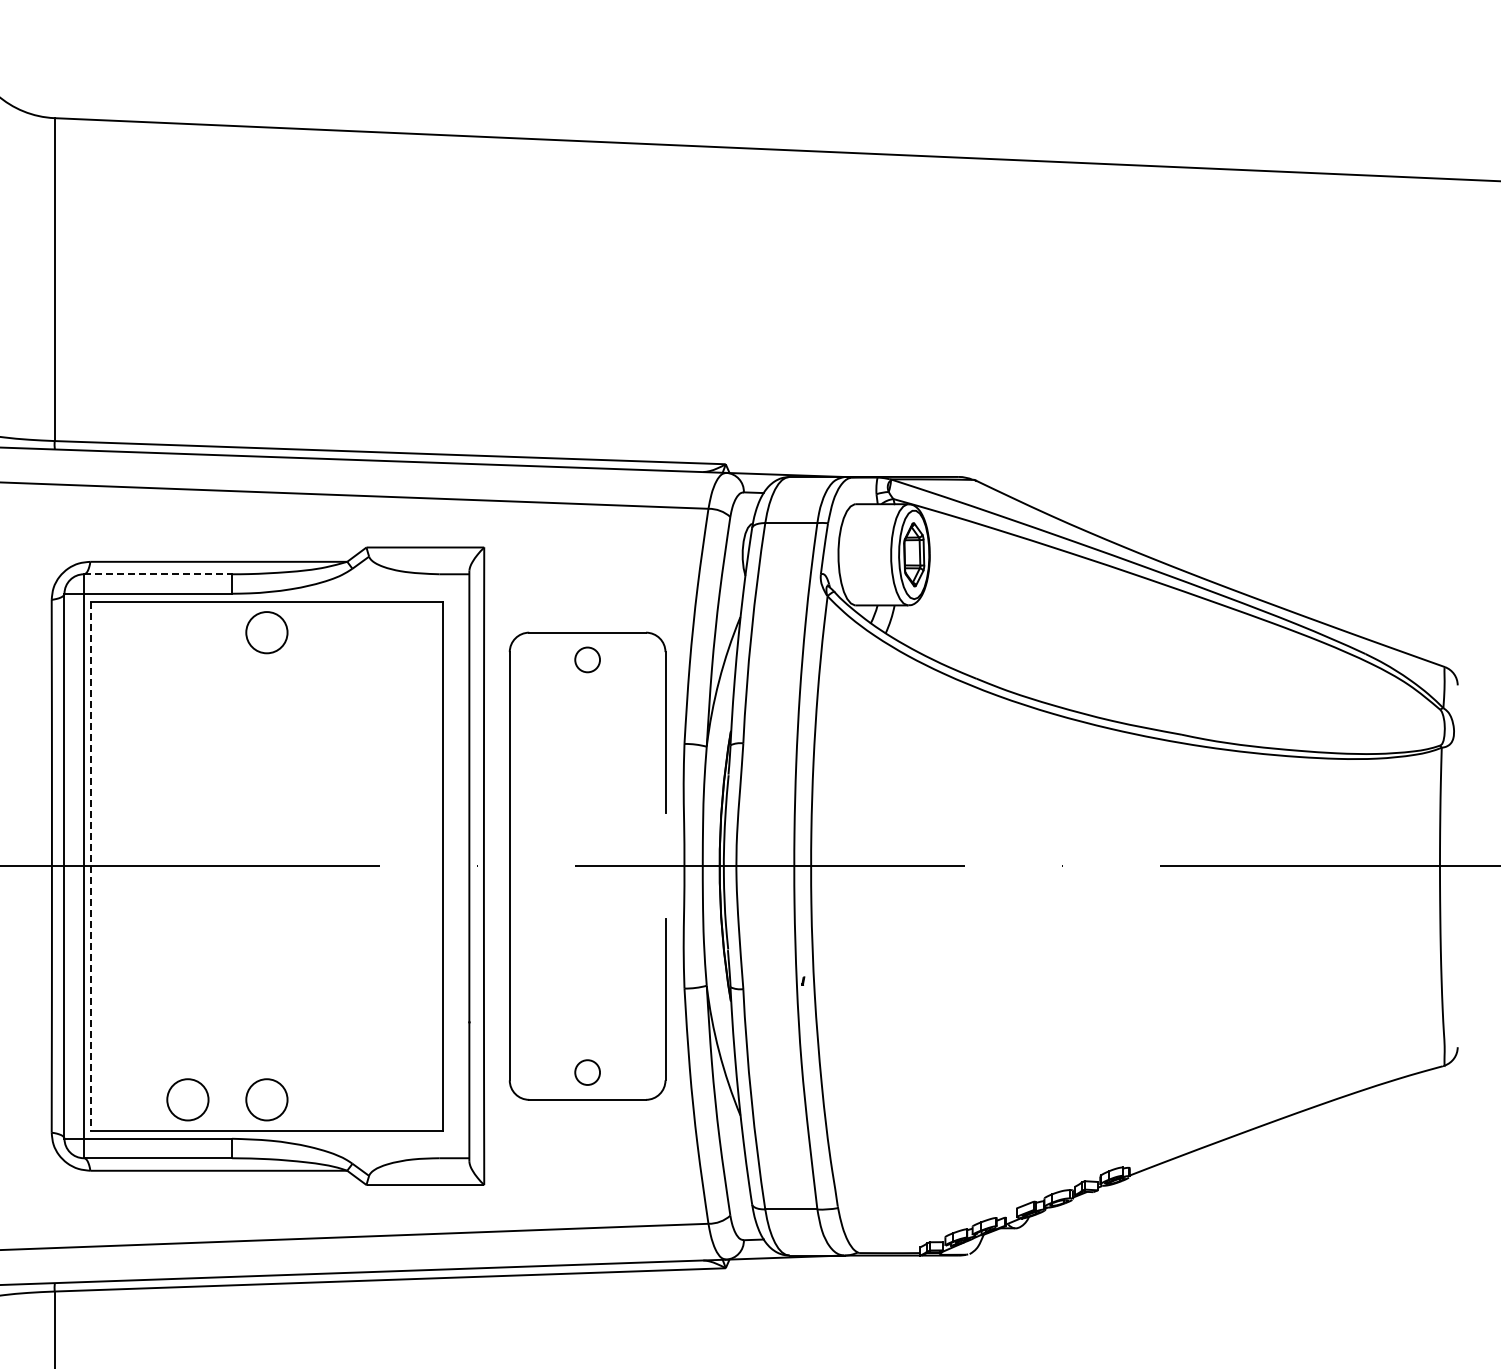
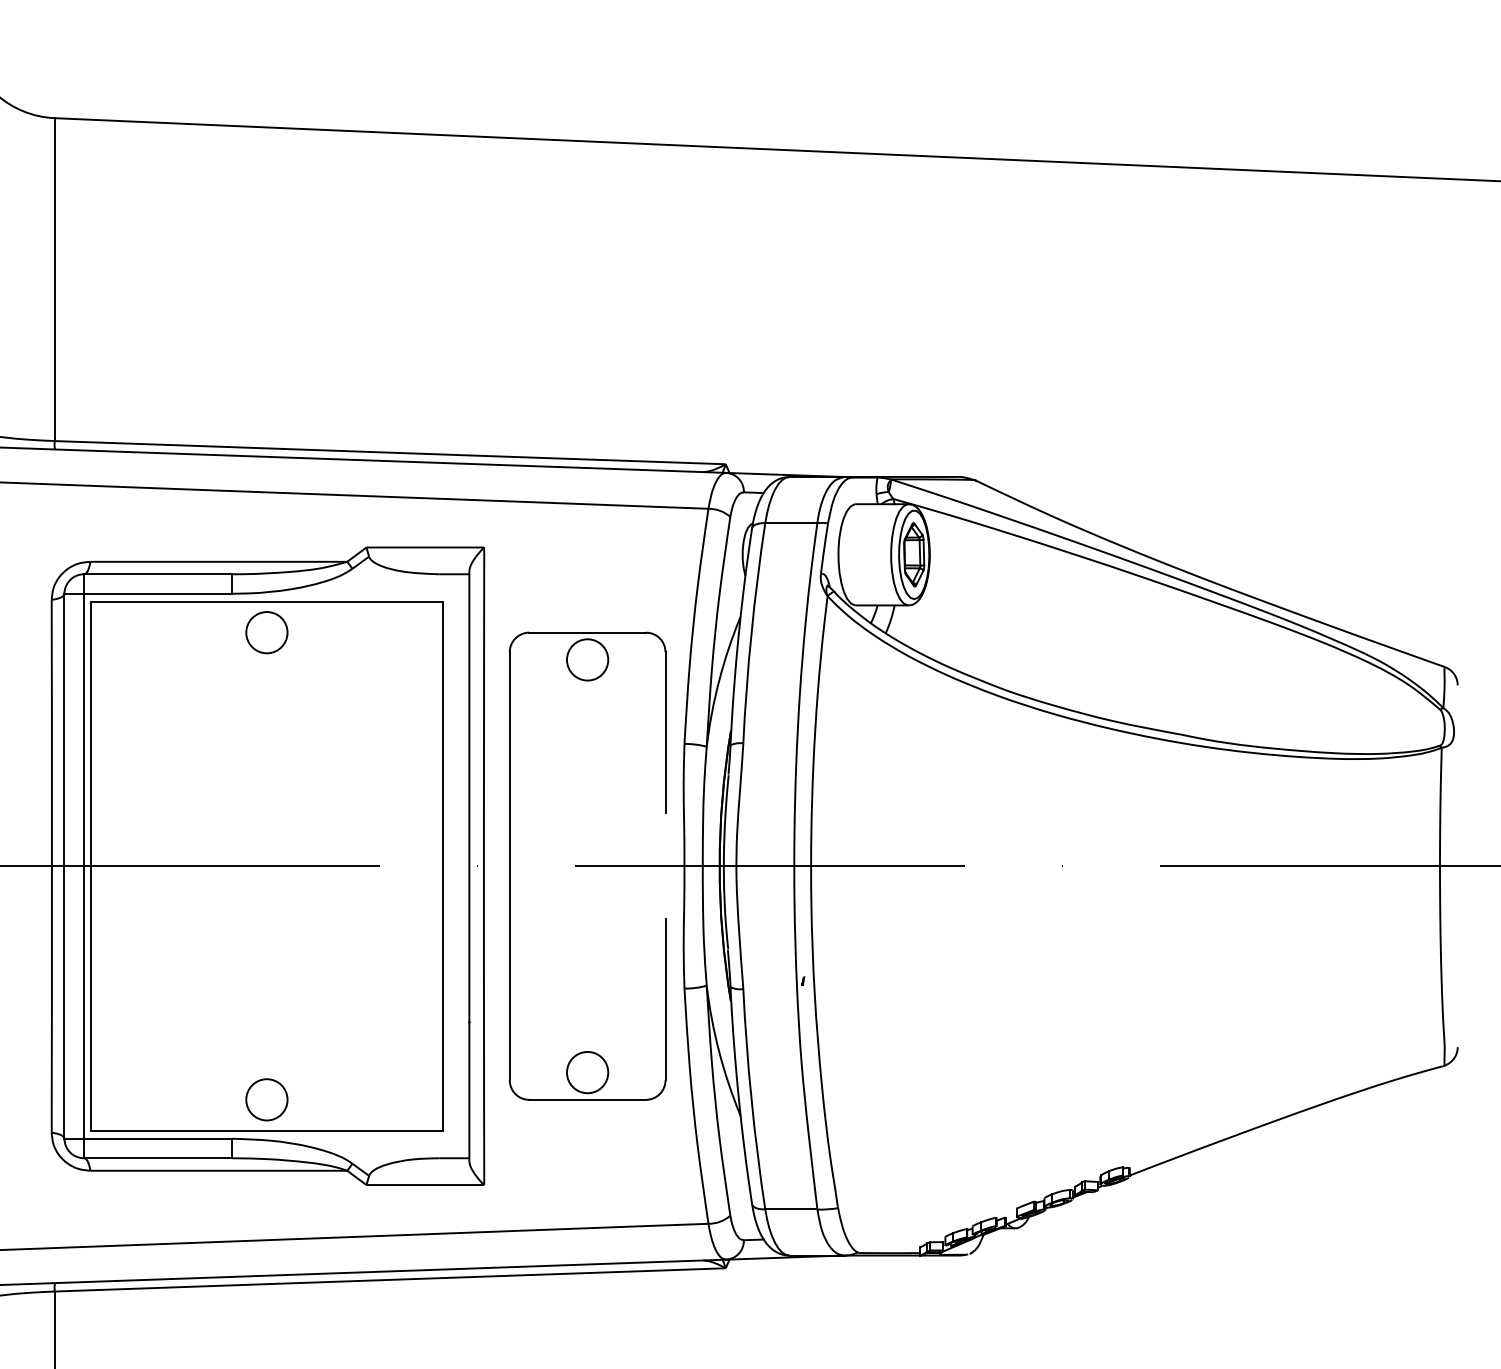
line at (158, 574): dashed -> solid
circle at (587, 659) diameter: 25 px -> 41 px
line at (91, 866): dashed -> solid
circle at (587, 1072) diameter: 25 px -> 41 px
circle at (187, 1099): present -> none
